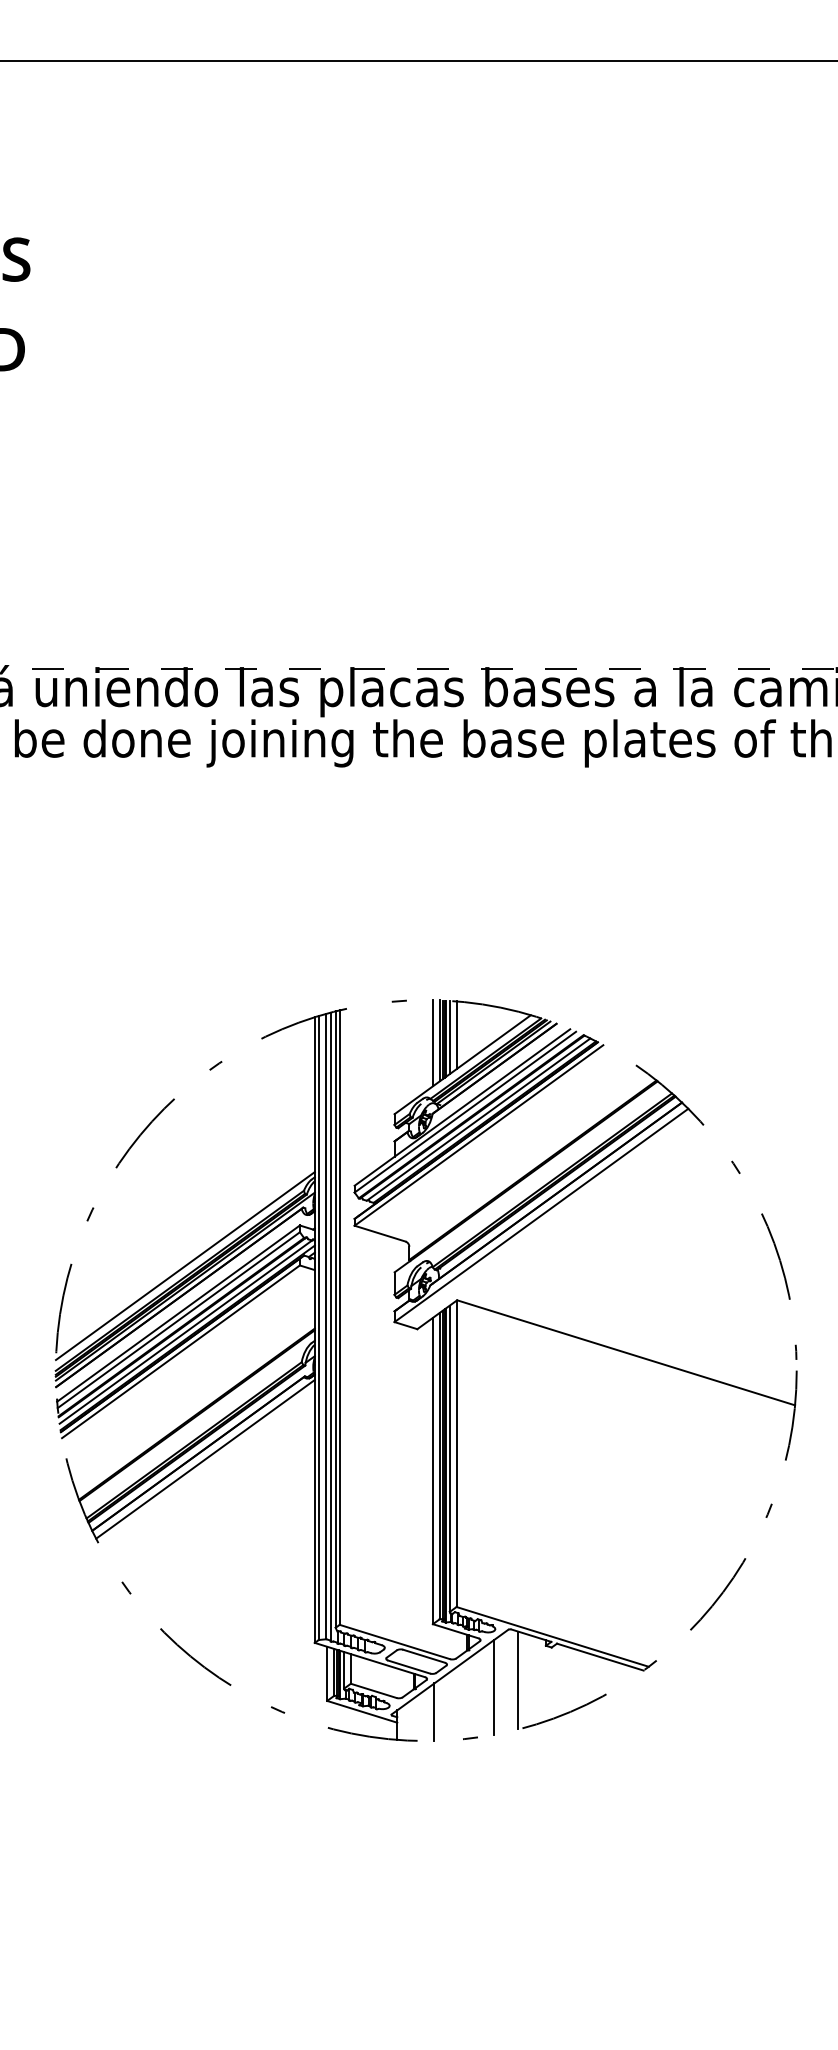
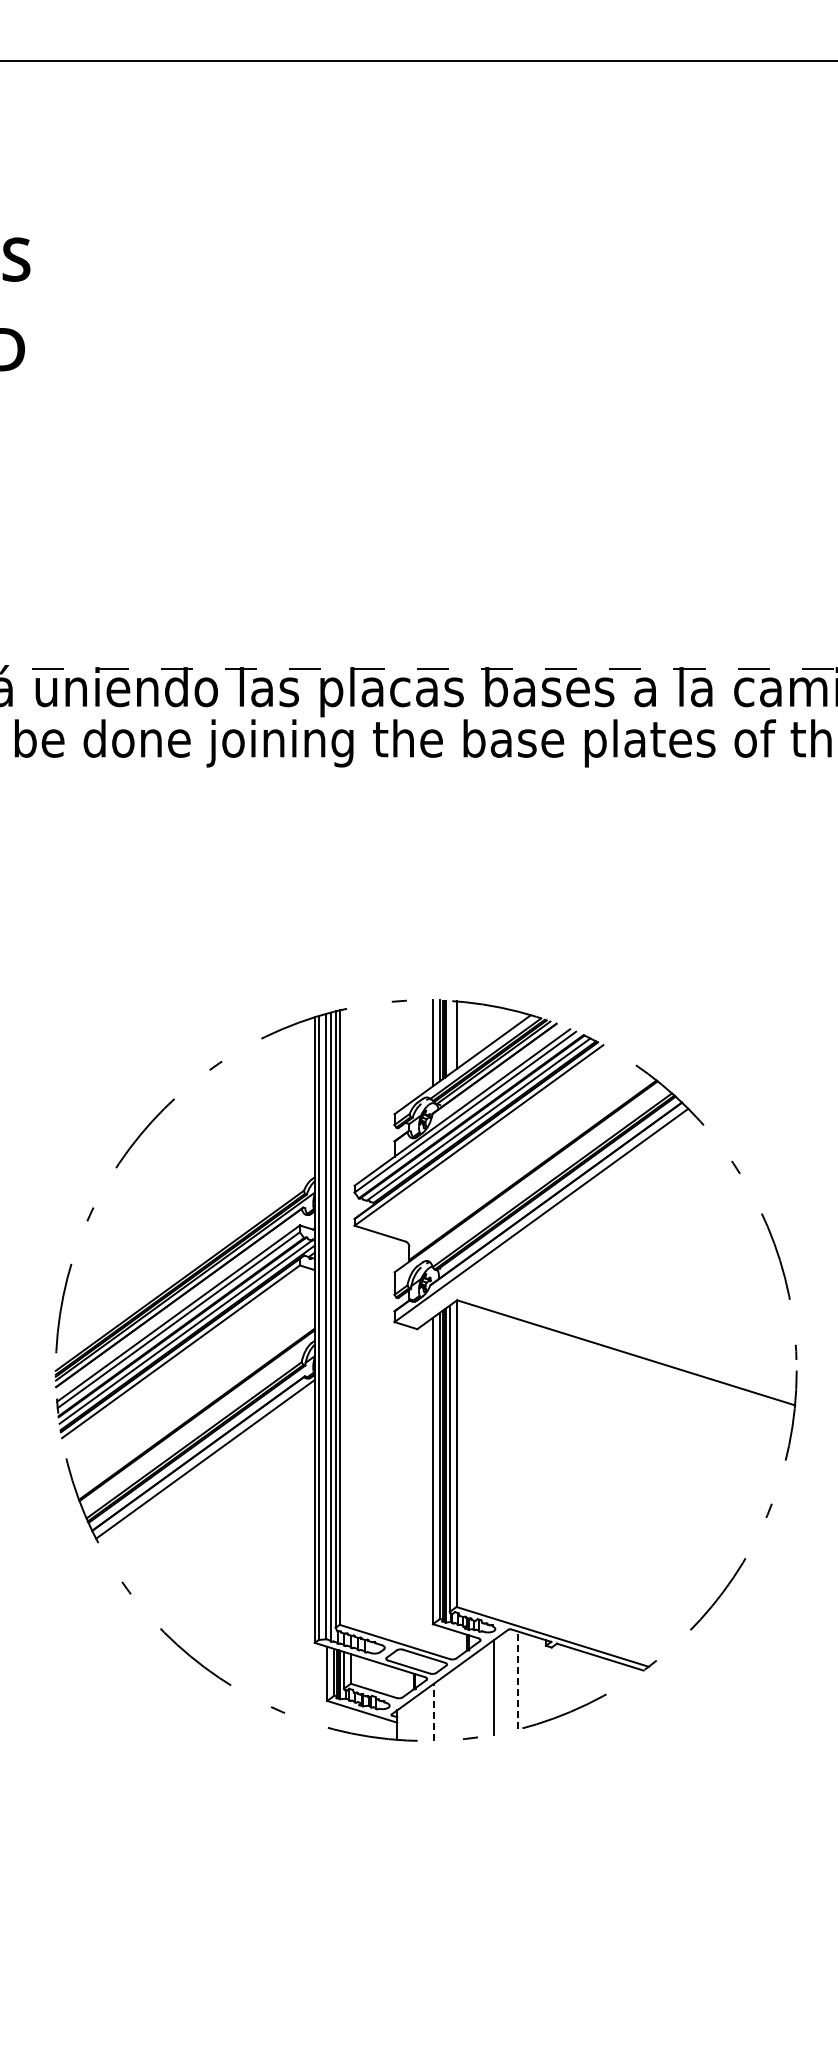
line at (449, 1037): present -> none
line at (184, 1266): present -> none
line at (518, 1680): solid -> dashed
line at (434, 1712): solid -> dashed
